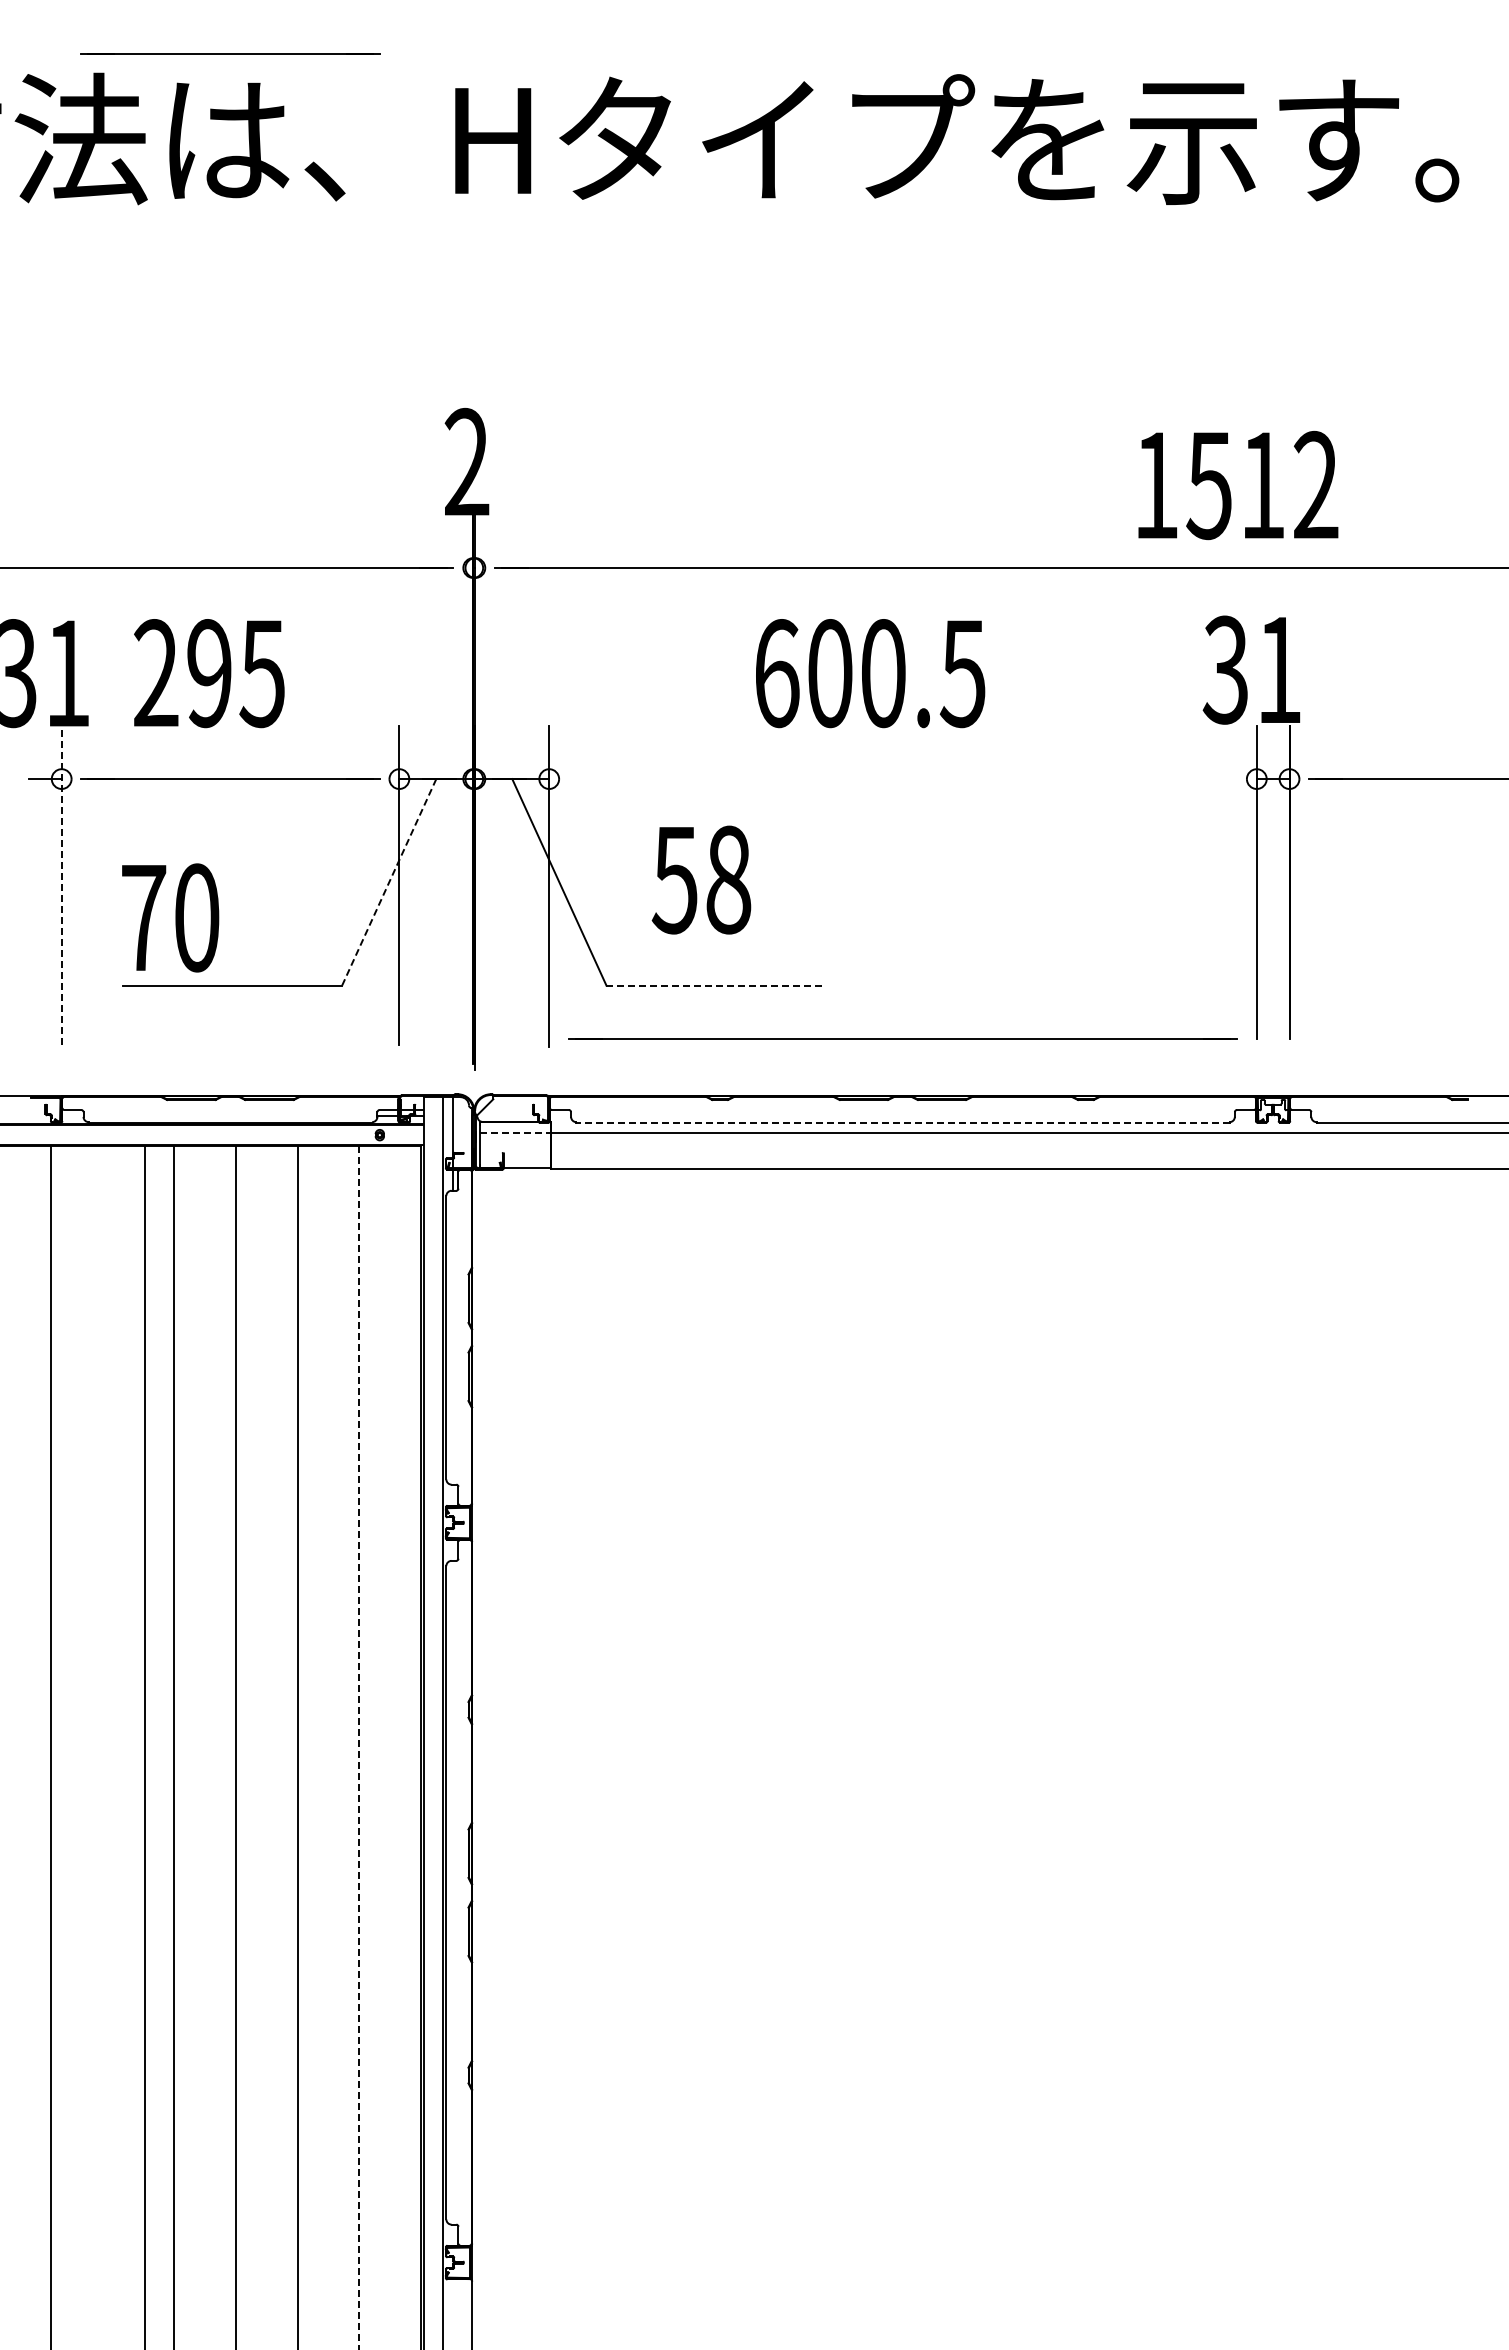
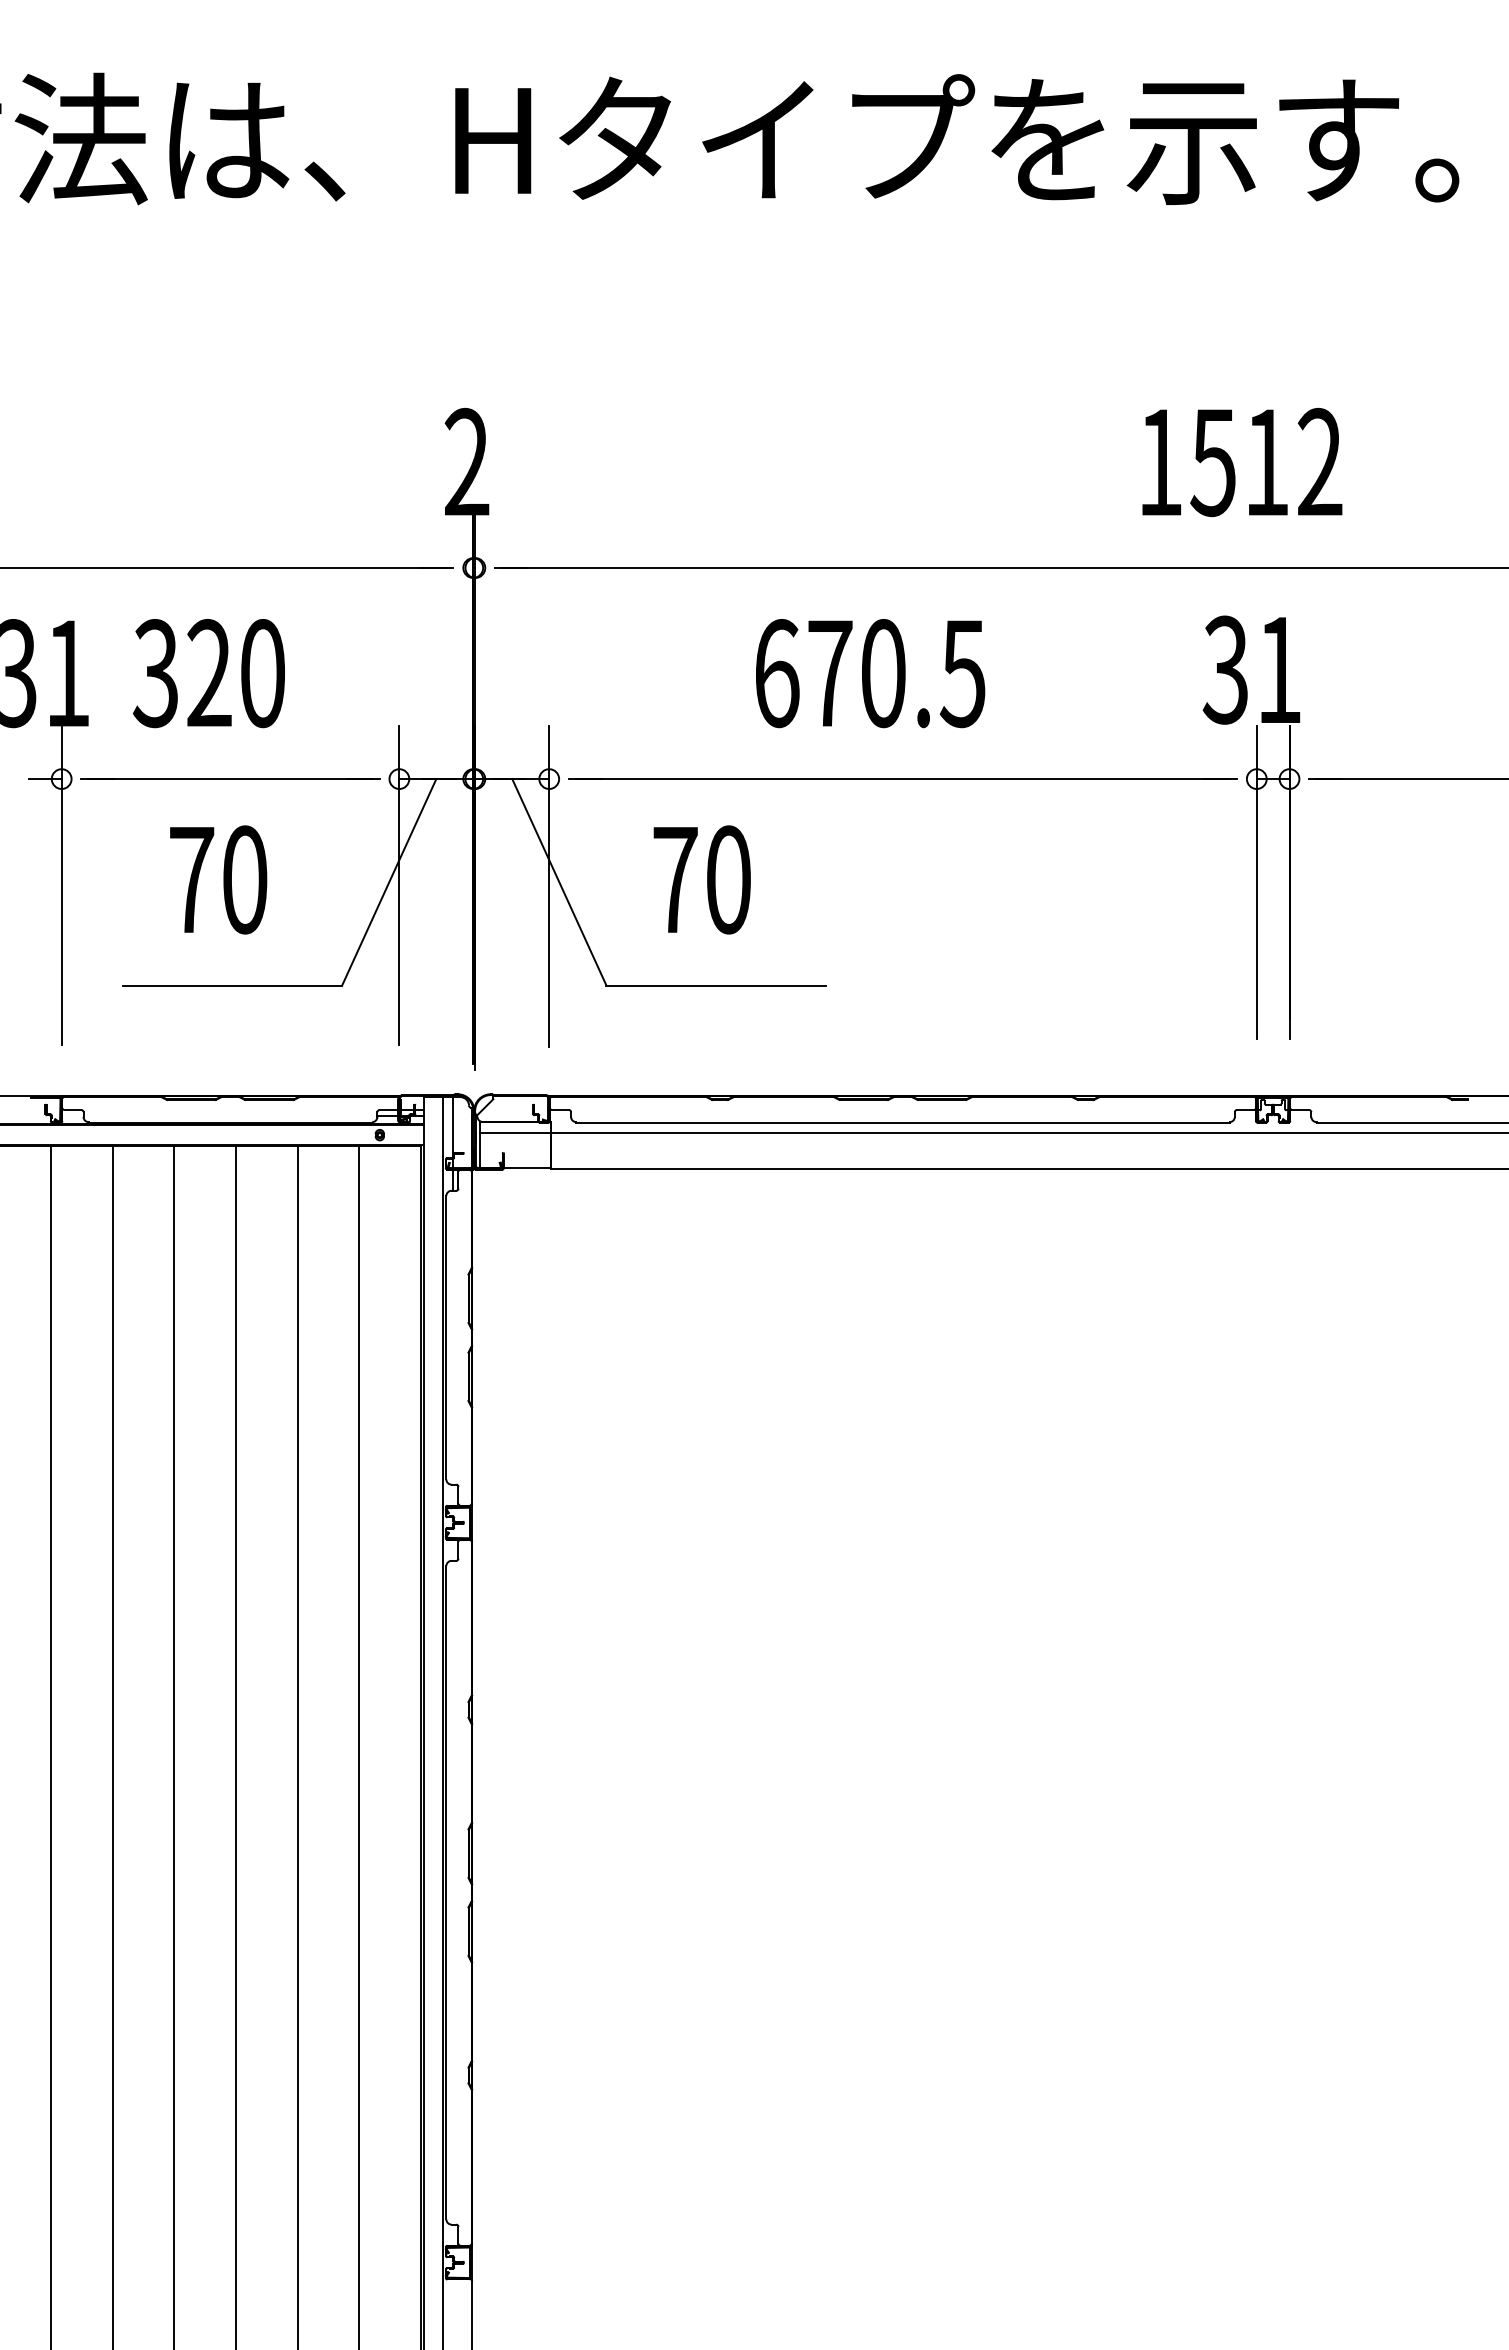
line at (230, 53): present -> none
text at (1238, 485) position: (1238, 485) -> (1242, 462)
text at (208, 673): 295 -> 320
text at (830, 673): 600.5 -> 670.5
text at (701, 879): 58 -> 70
line at (389, 882): dashed -> solid
line at (61, 885): dashed -> solid
text at (170, 917) position: (170, 917) -> (218, 879)
line at (716, 985): dashed -> solid
line at (902, 1038) position: (902, 1038) -> (902, 778)
line at (902, 1122): dashed -> solid
line at (515, 1133): dashed -> solid
line at (144, 1746) position: (144, 1746) -> (112, 1746)
line at (359, 1747): dashed -> solid
